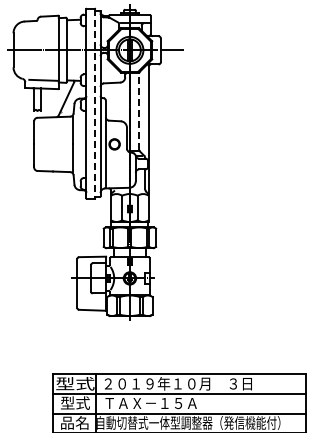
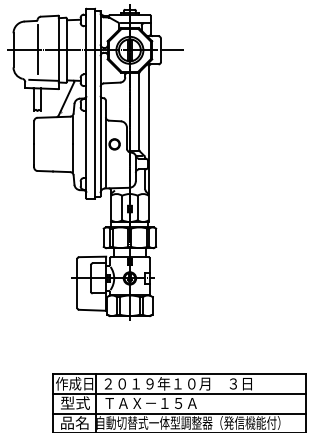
line at (37, 49): none -> present
line at (95, 102): dashed -> solid
line at (139, 111): dashed -> solid
text at (75, 383): 型式 -> 作成日
